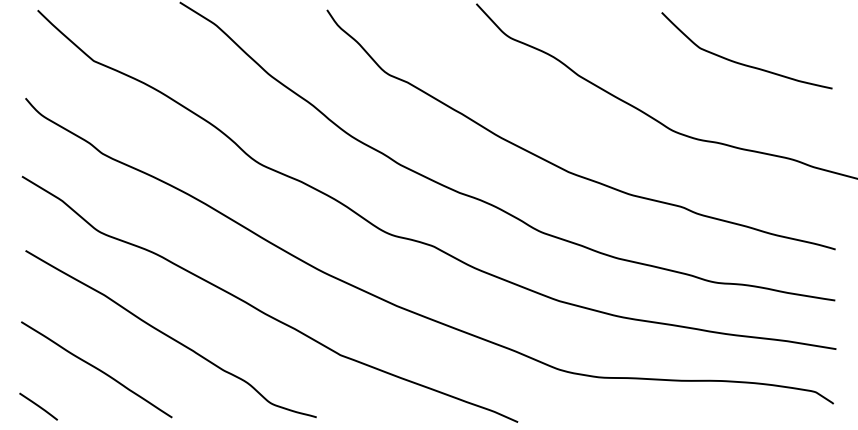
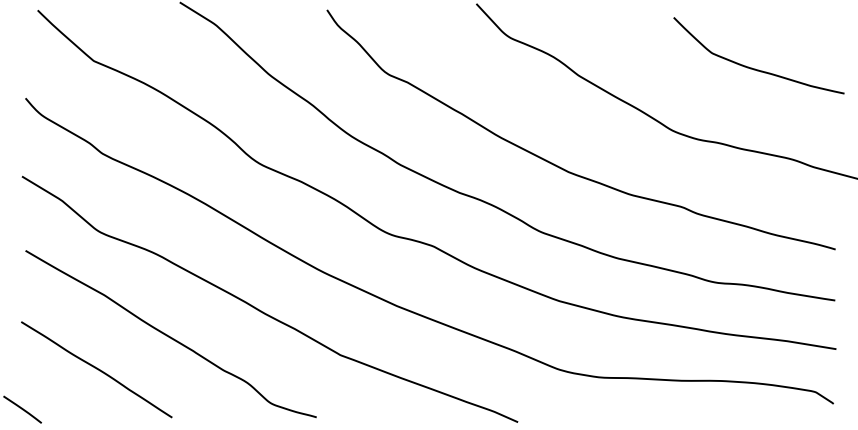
curve at (743, 63) position: (743, 63) -> (755, 68)
line at (38, 406) position: (38, 406) -> (22, 409)
